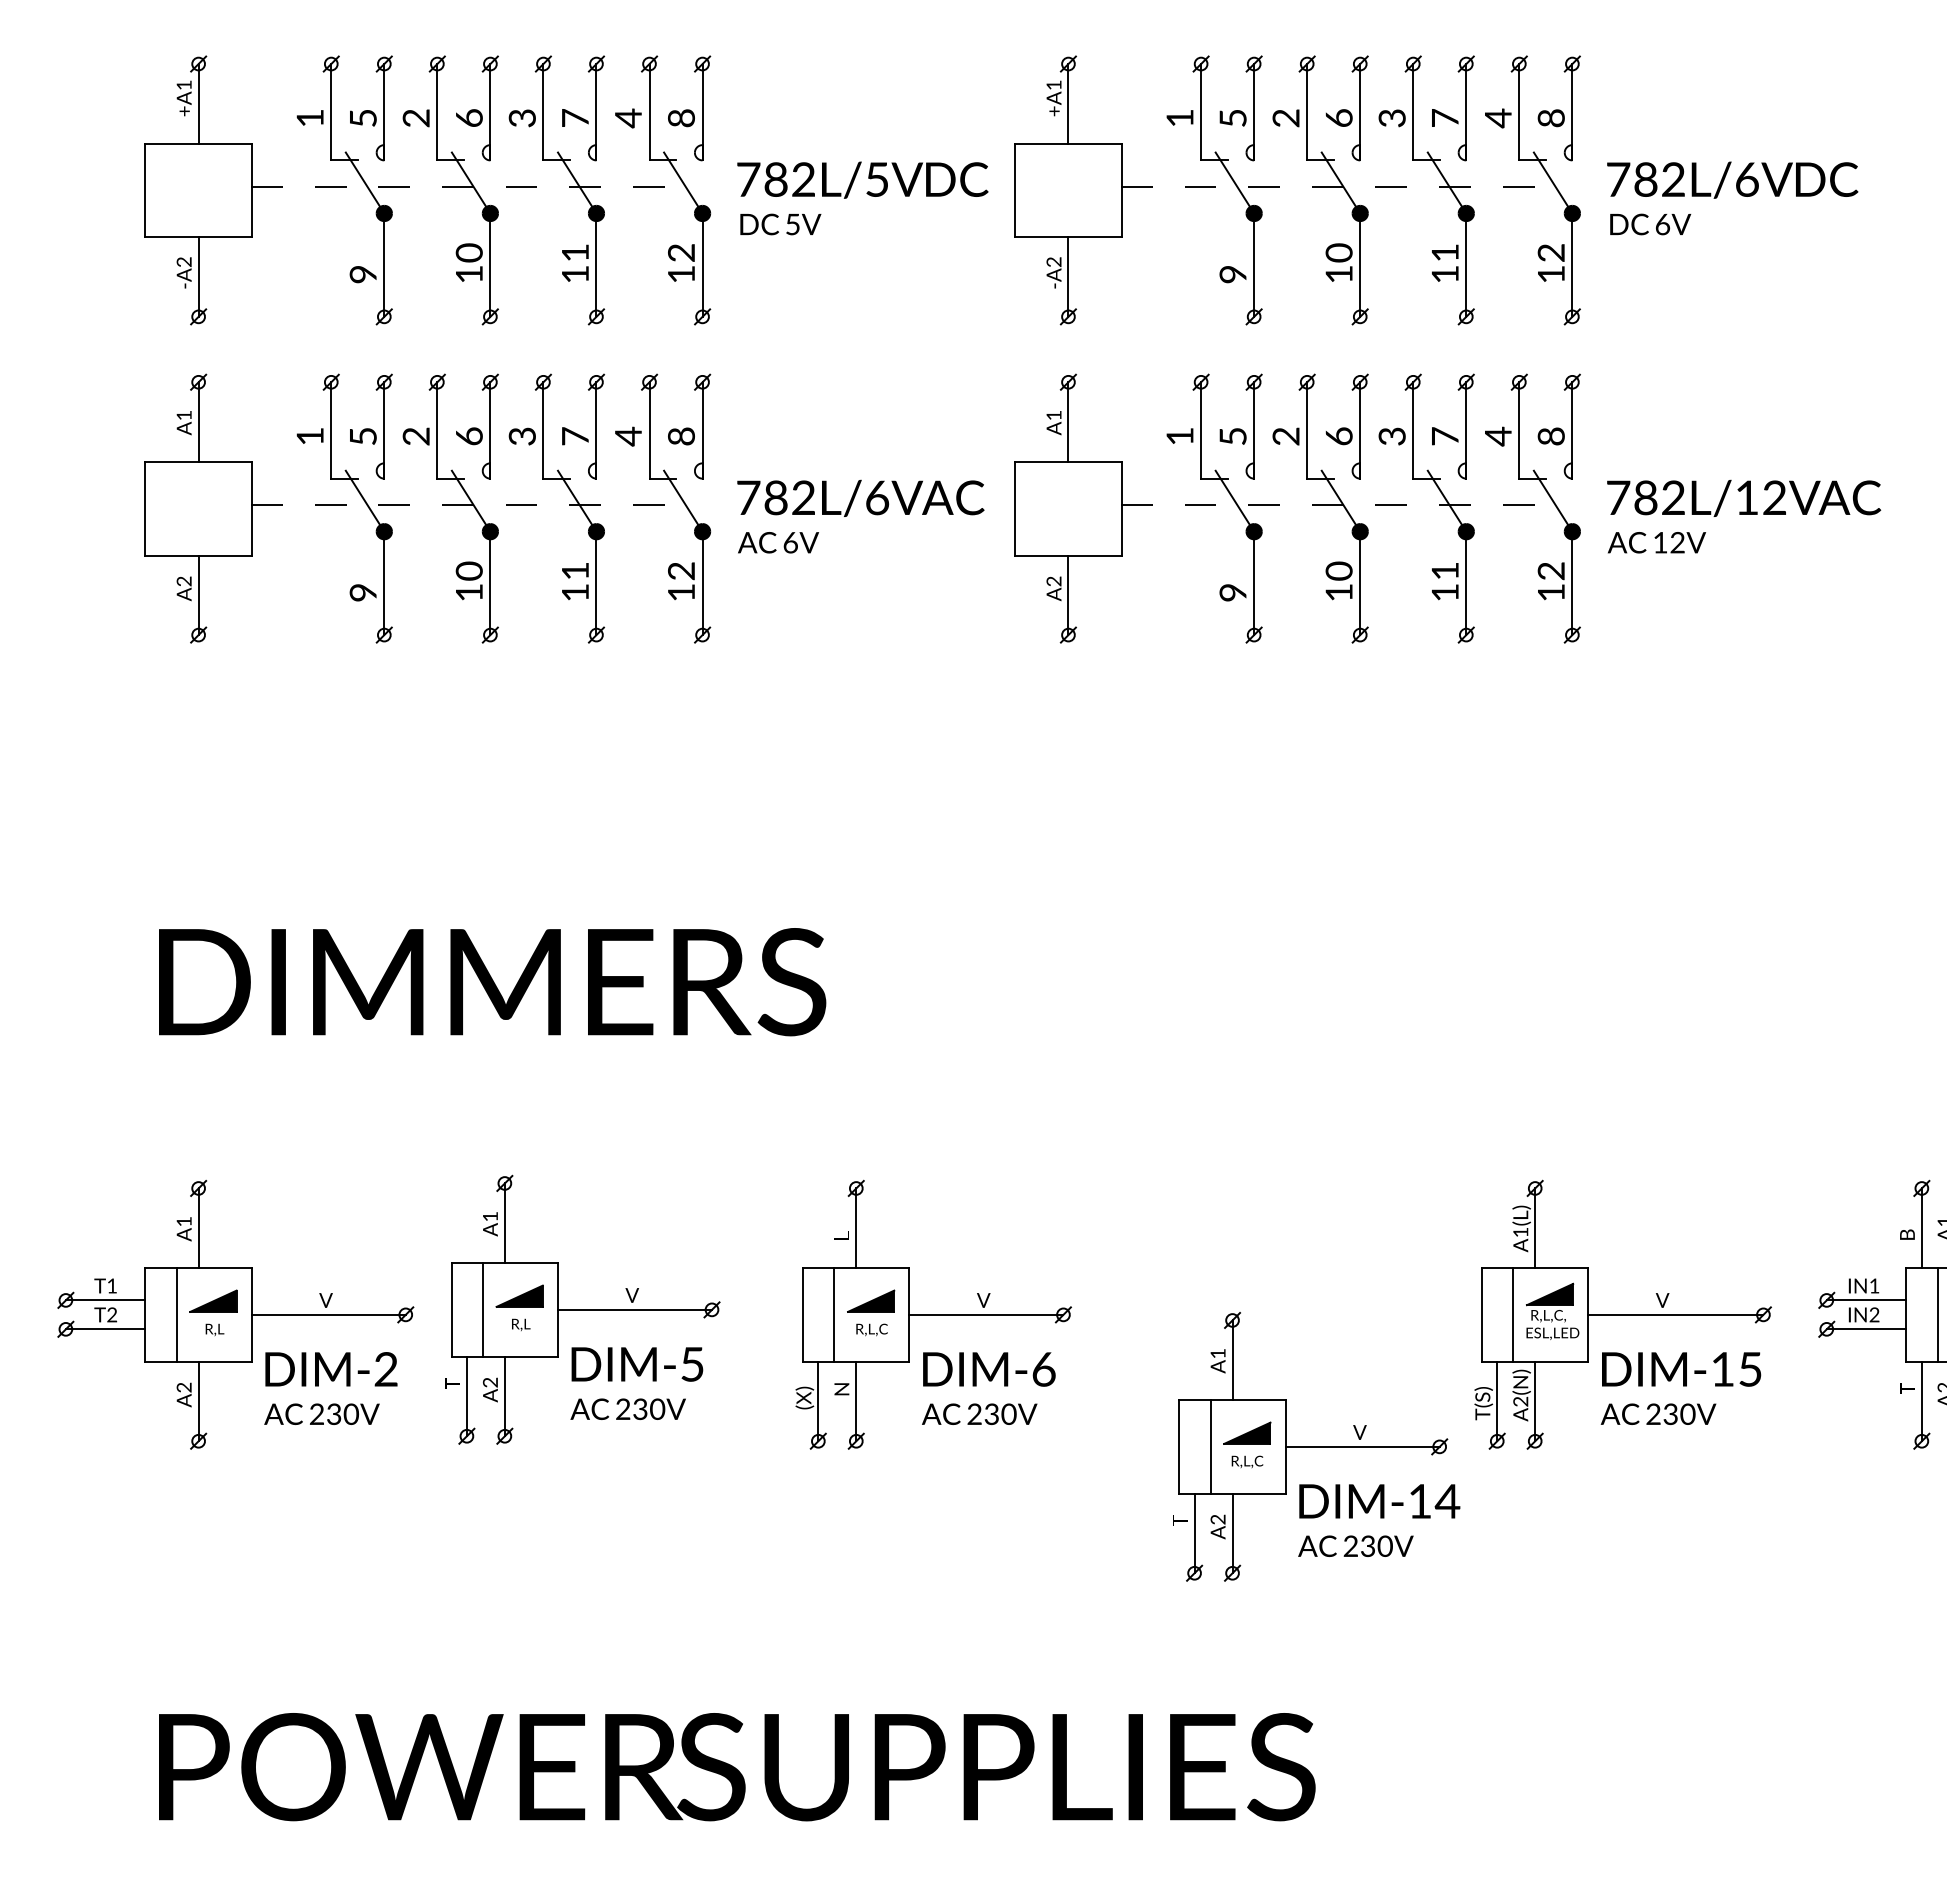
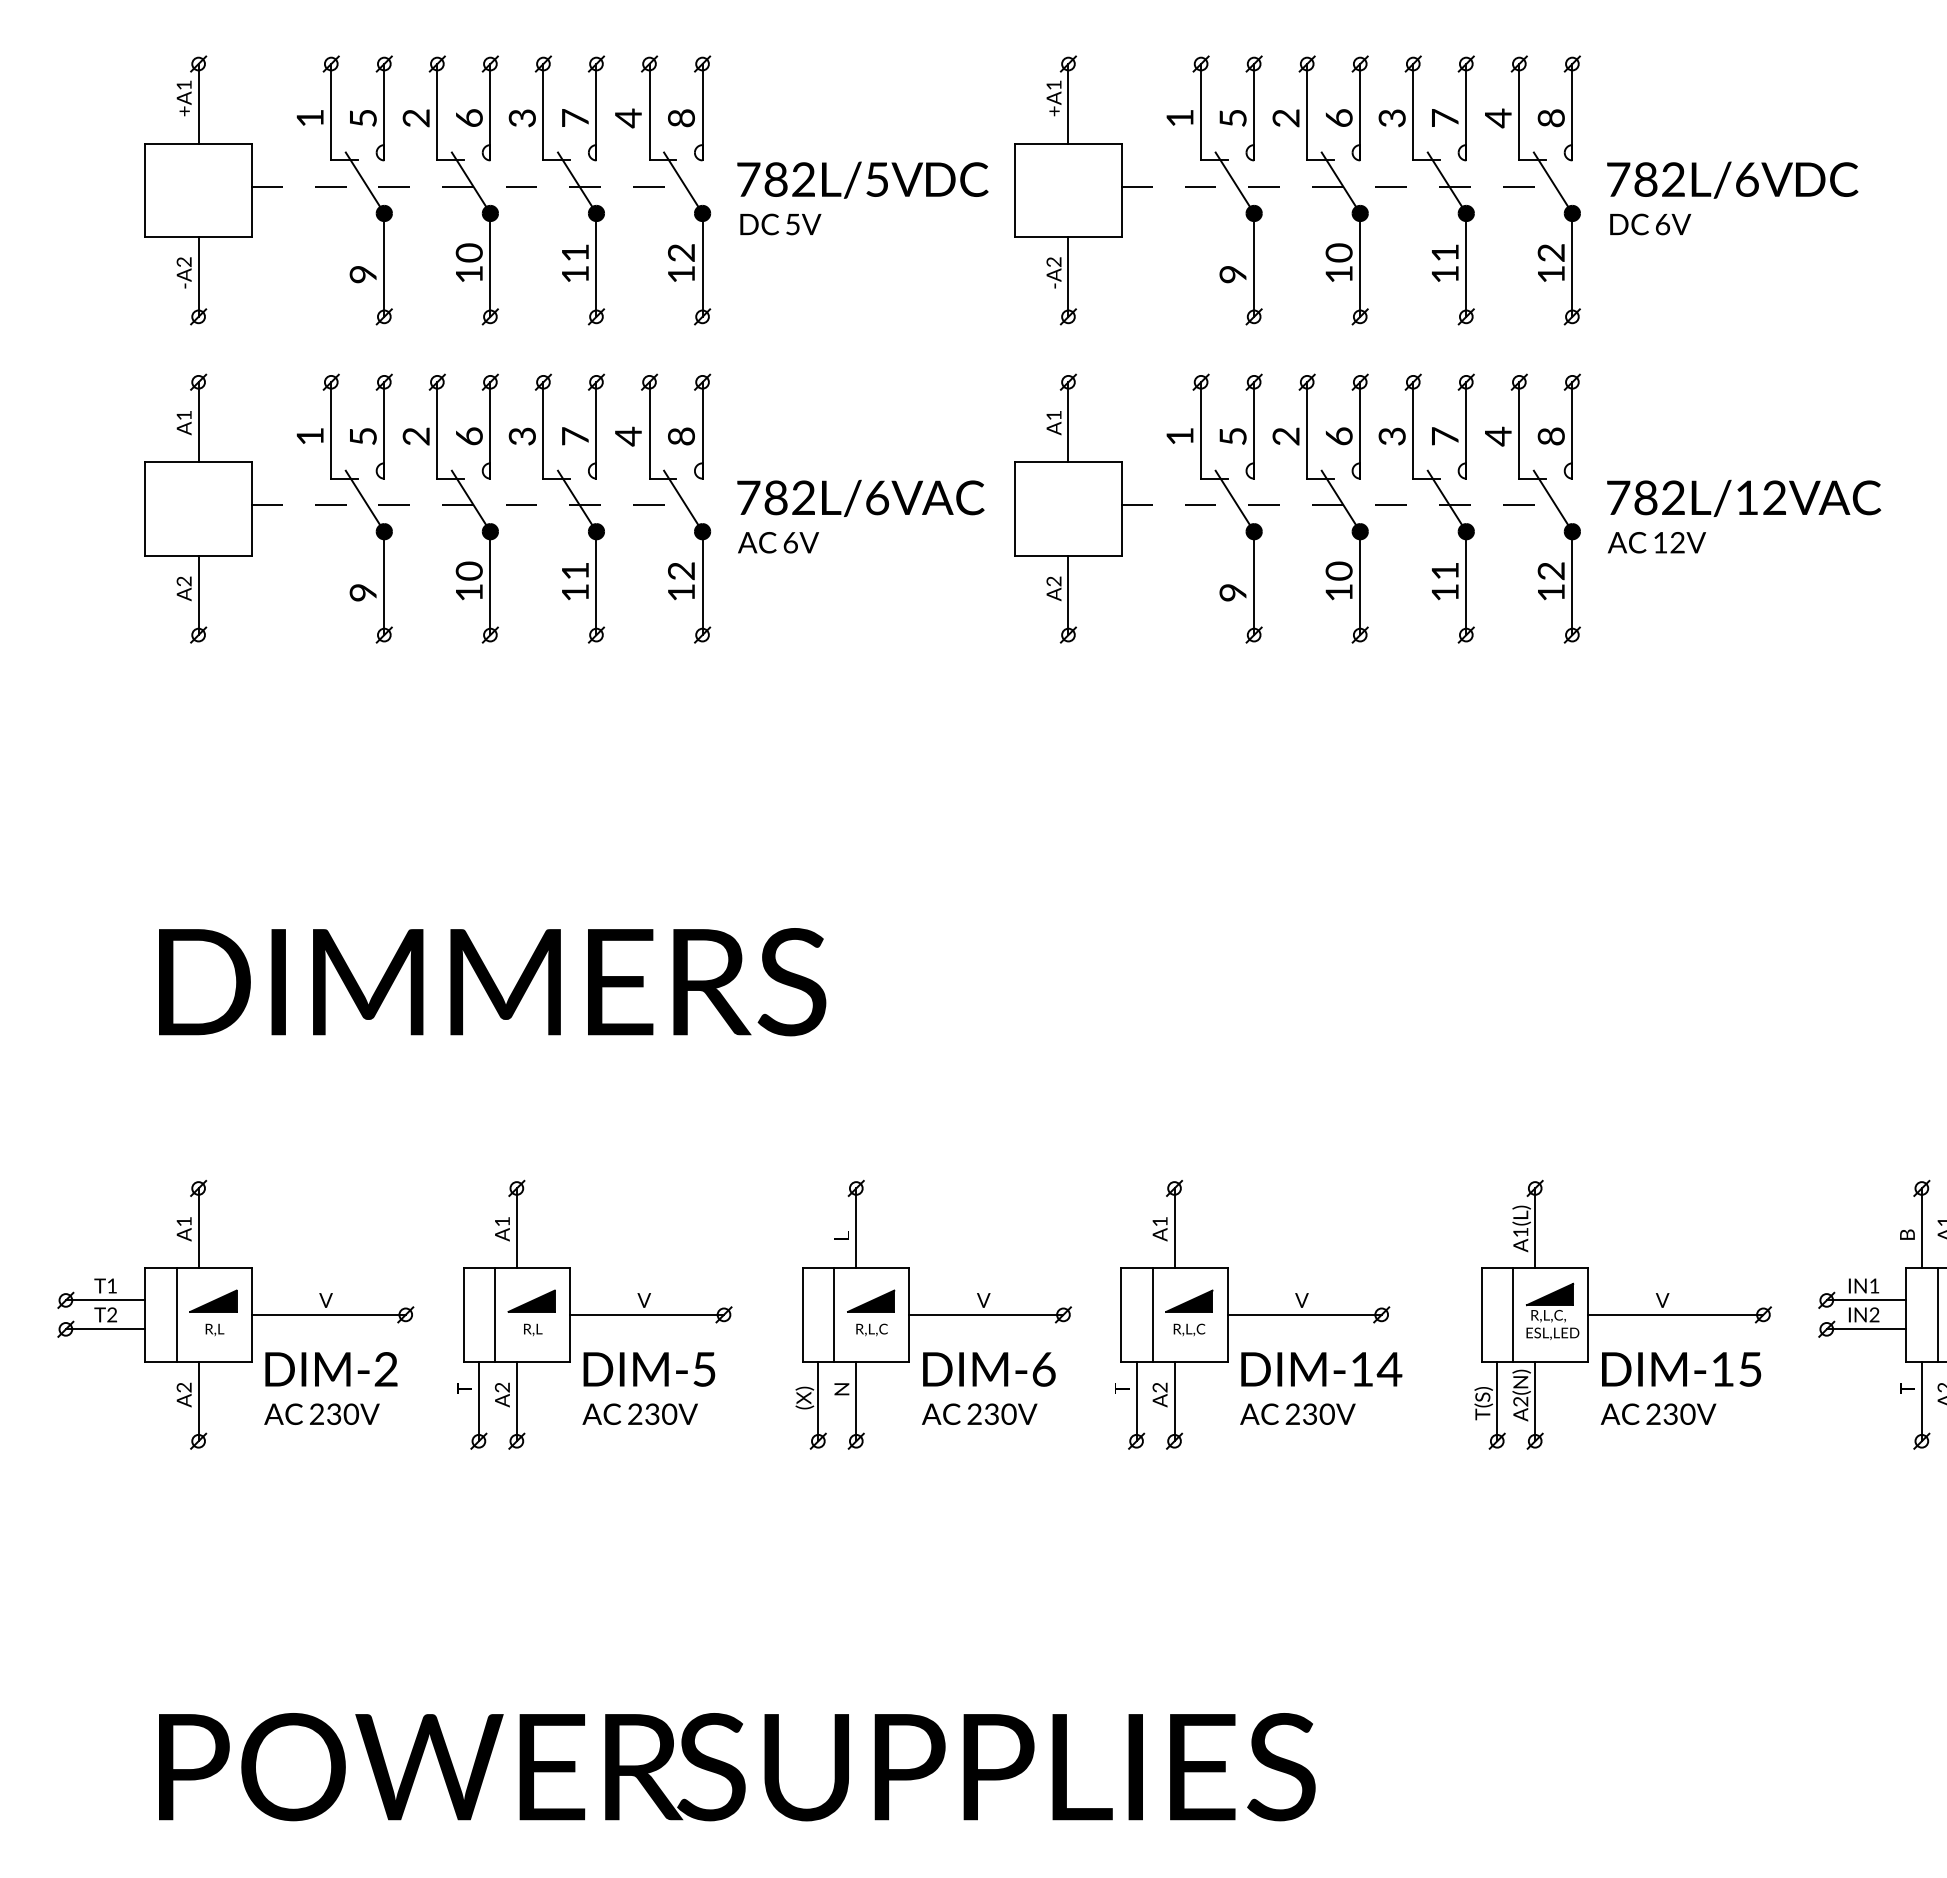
part at (582, 1309) position: (582, 1309) -> (594, 1314)
part at (1316, 1446) position: (1316, 1446) -> (1258, 1314)
